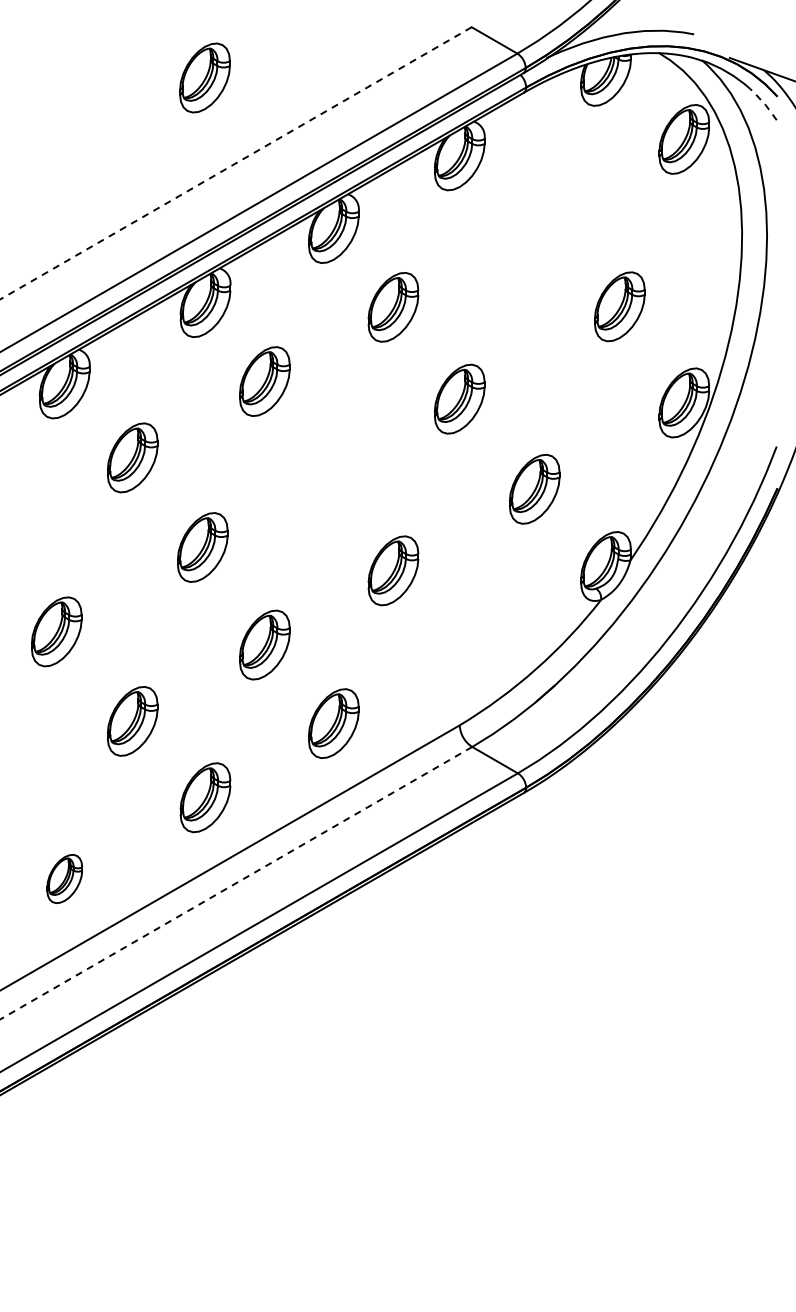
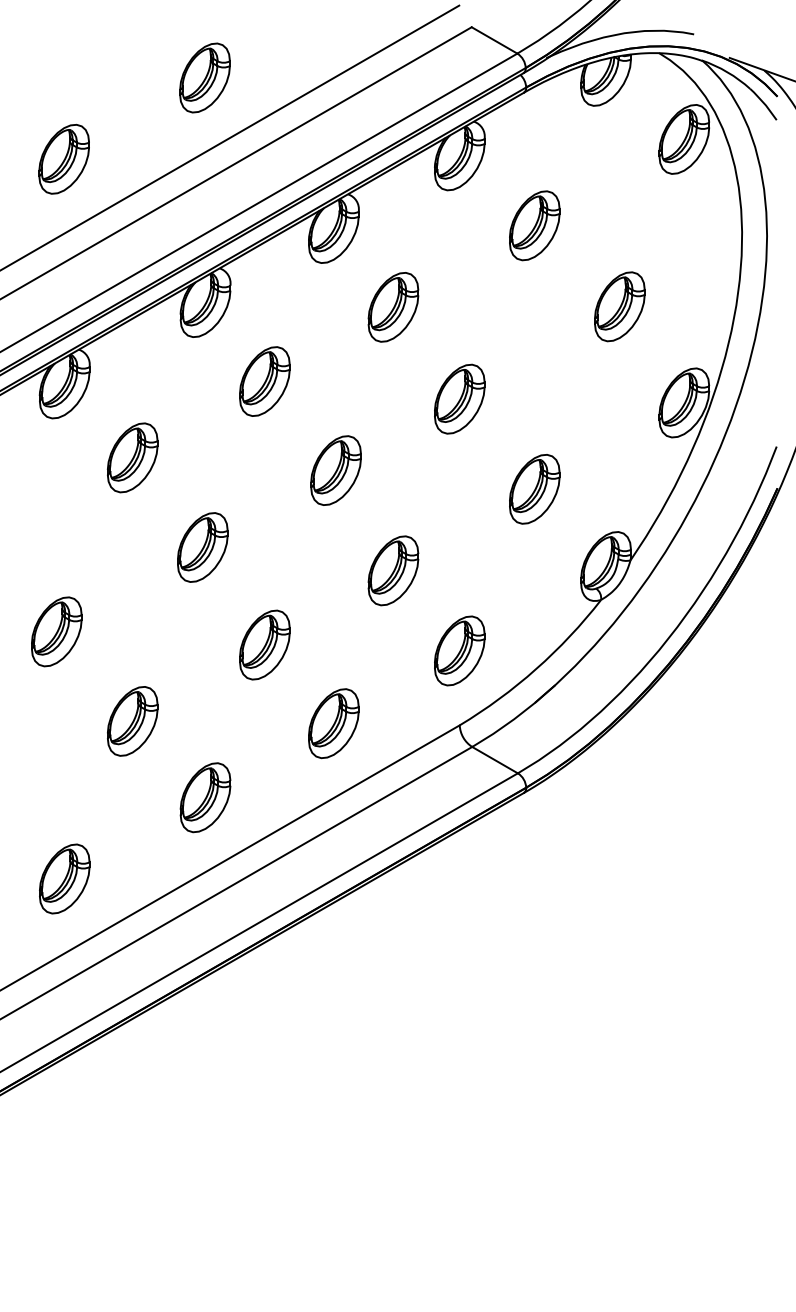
line at (763, 103): dashed -> solid
line at (230, 137): none -> present
part at (63, 158): none -> present
line at (235, 163): dashed -> solid
part at (534, 225): none -> present
part at (335, 470): none -> present
part at (459, 650): none -> present
part at (64, 878) size: 37x50 px -> 52x72 px
line at (235, 883): dashed -> solid
